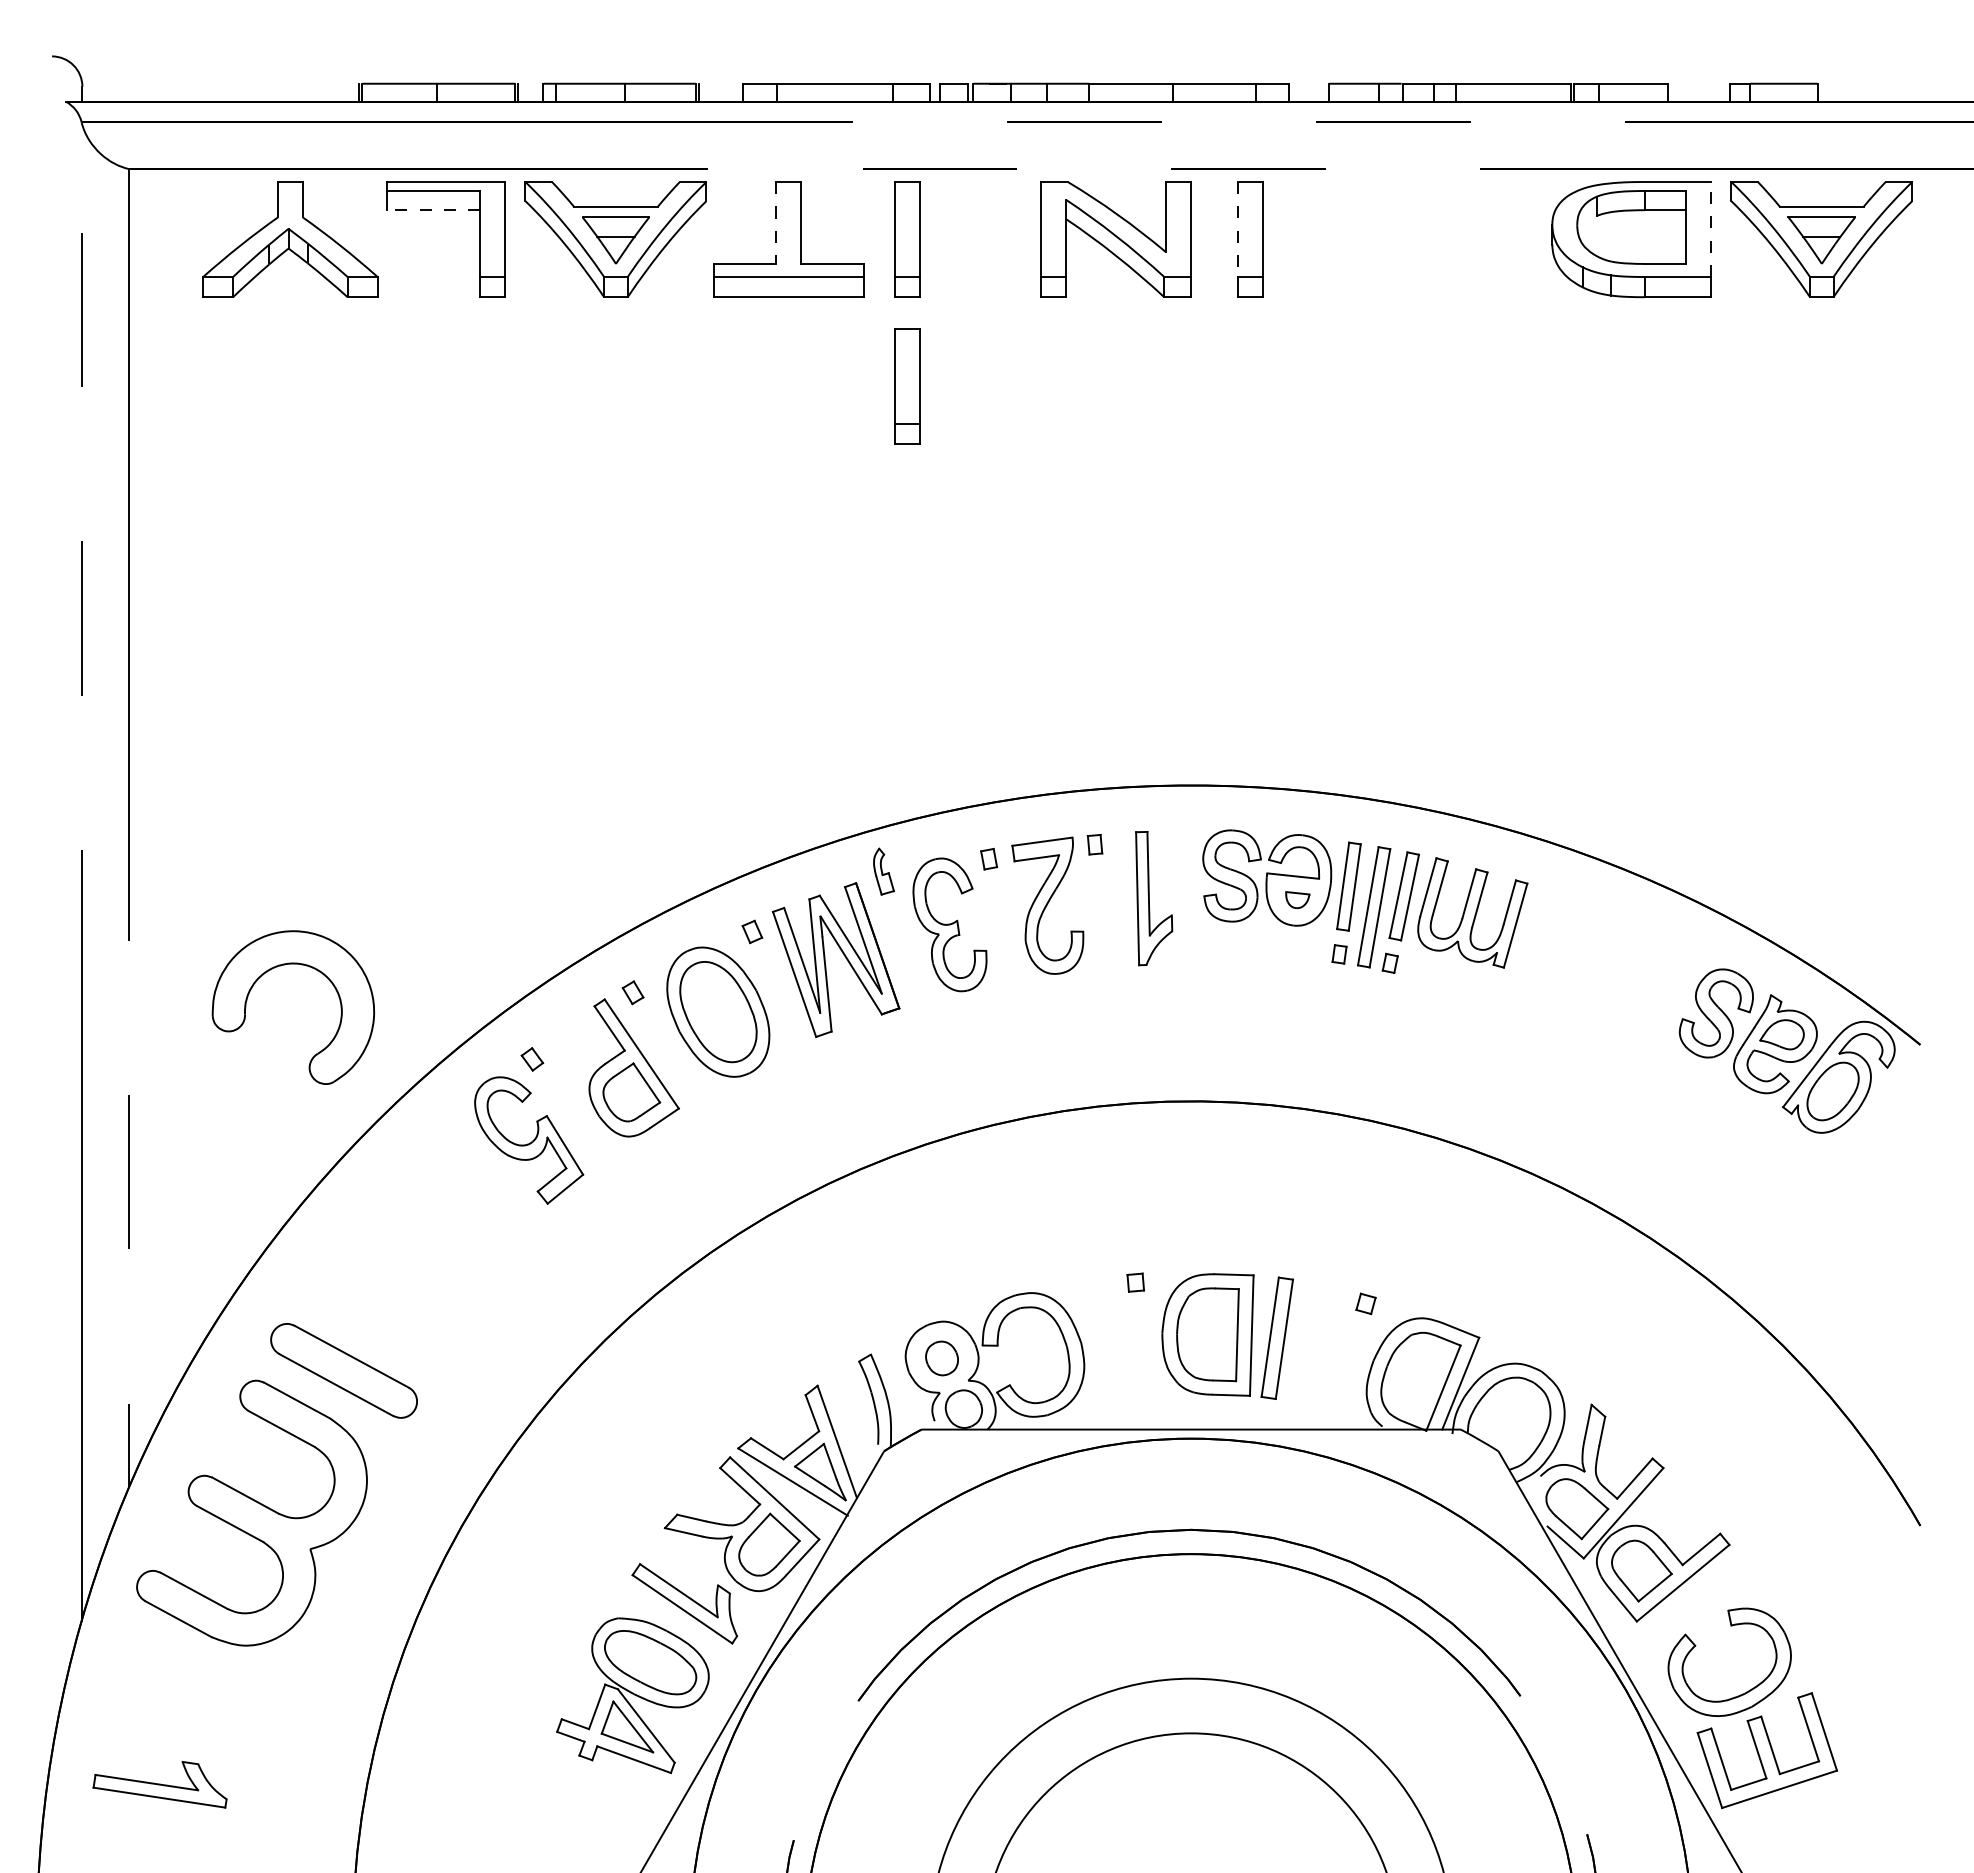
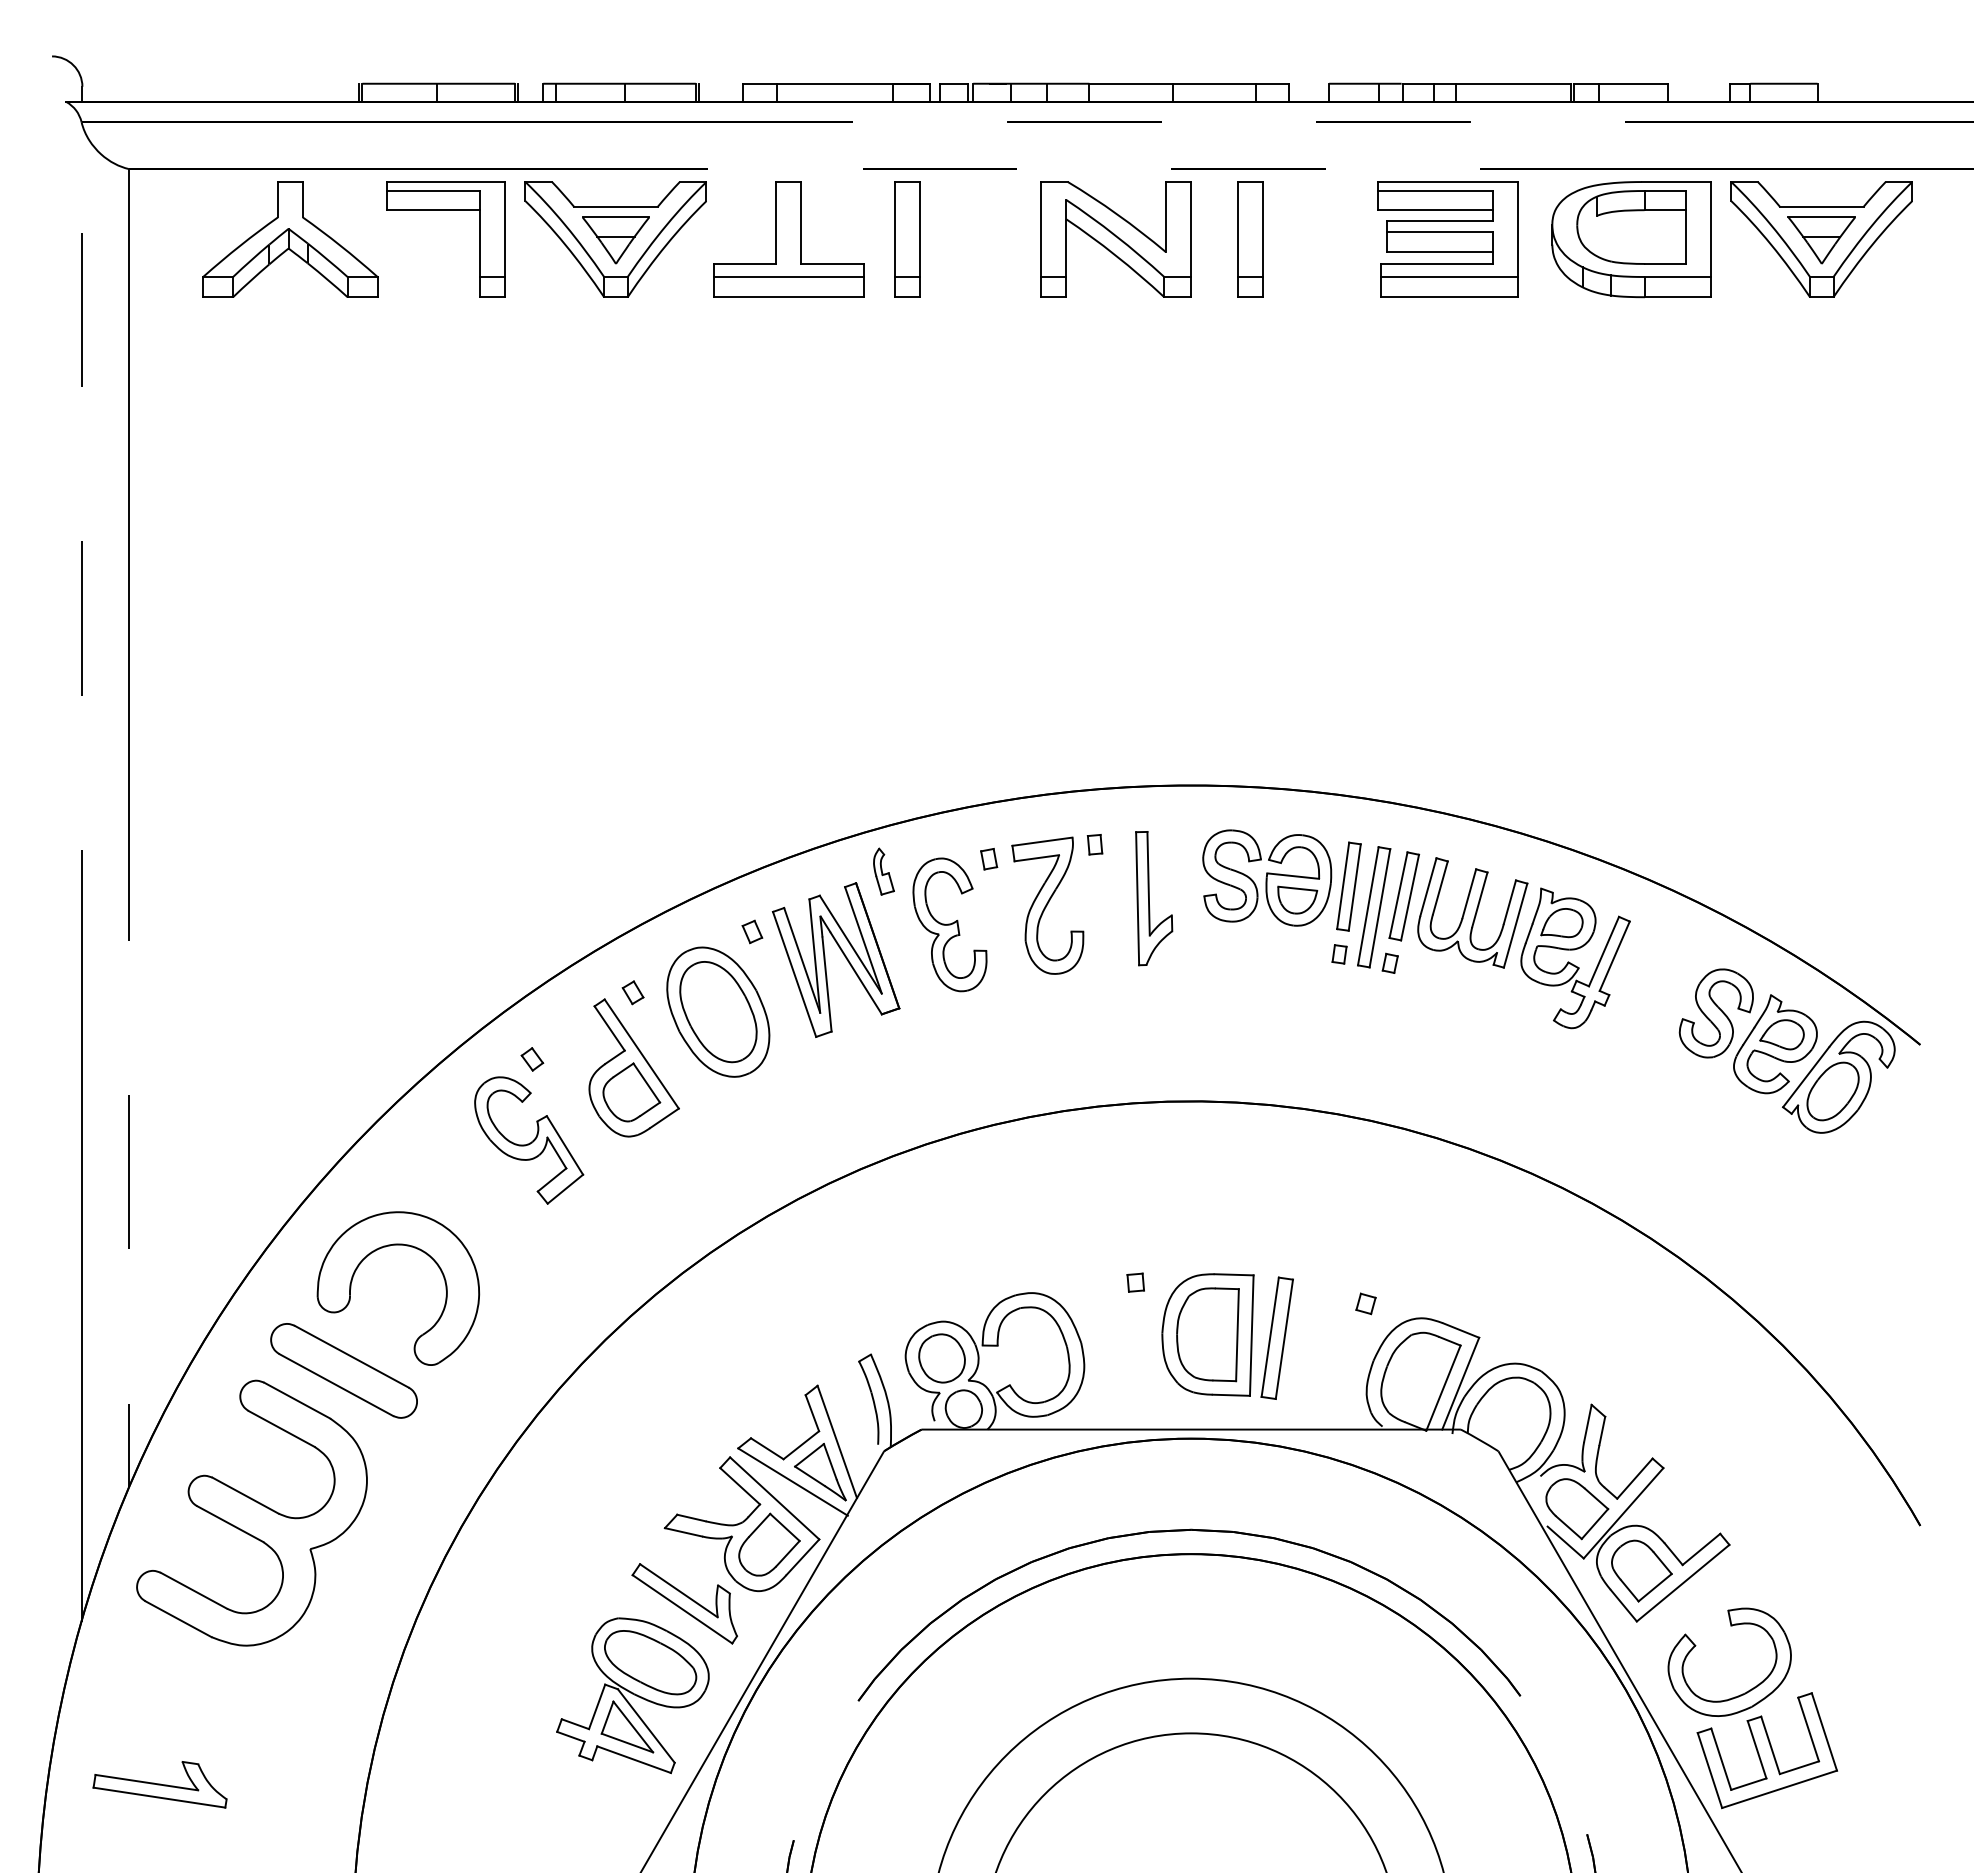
line at (433, 210): dashed -> solid
line at (776, 223): dashed -> solid
line at (1711, 229): dashed -> solid
line at (1237, 230): dashed -> solid
part at (1447, 239): none -> present
part at (907, 386): present -> none
part at (1297, 899) size: 26x18 px -> 42x30 px
part at (1575, 958): none -> present
part at (285, 965) position: (285, 965) -> (390, 1246)
part at (941, 1358) size: 34x37 px -> 48x51 px
